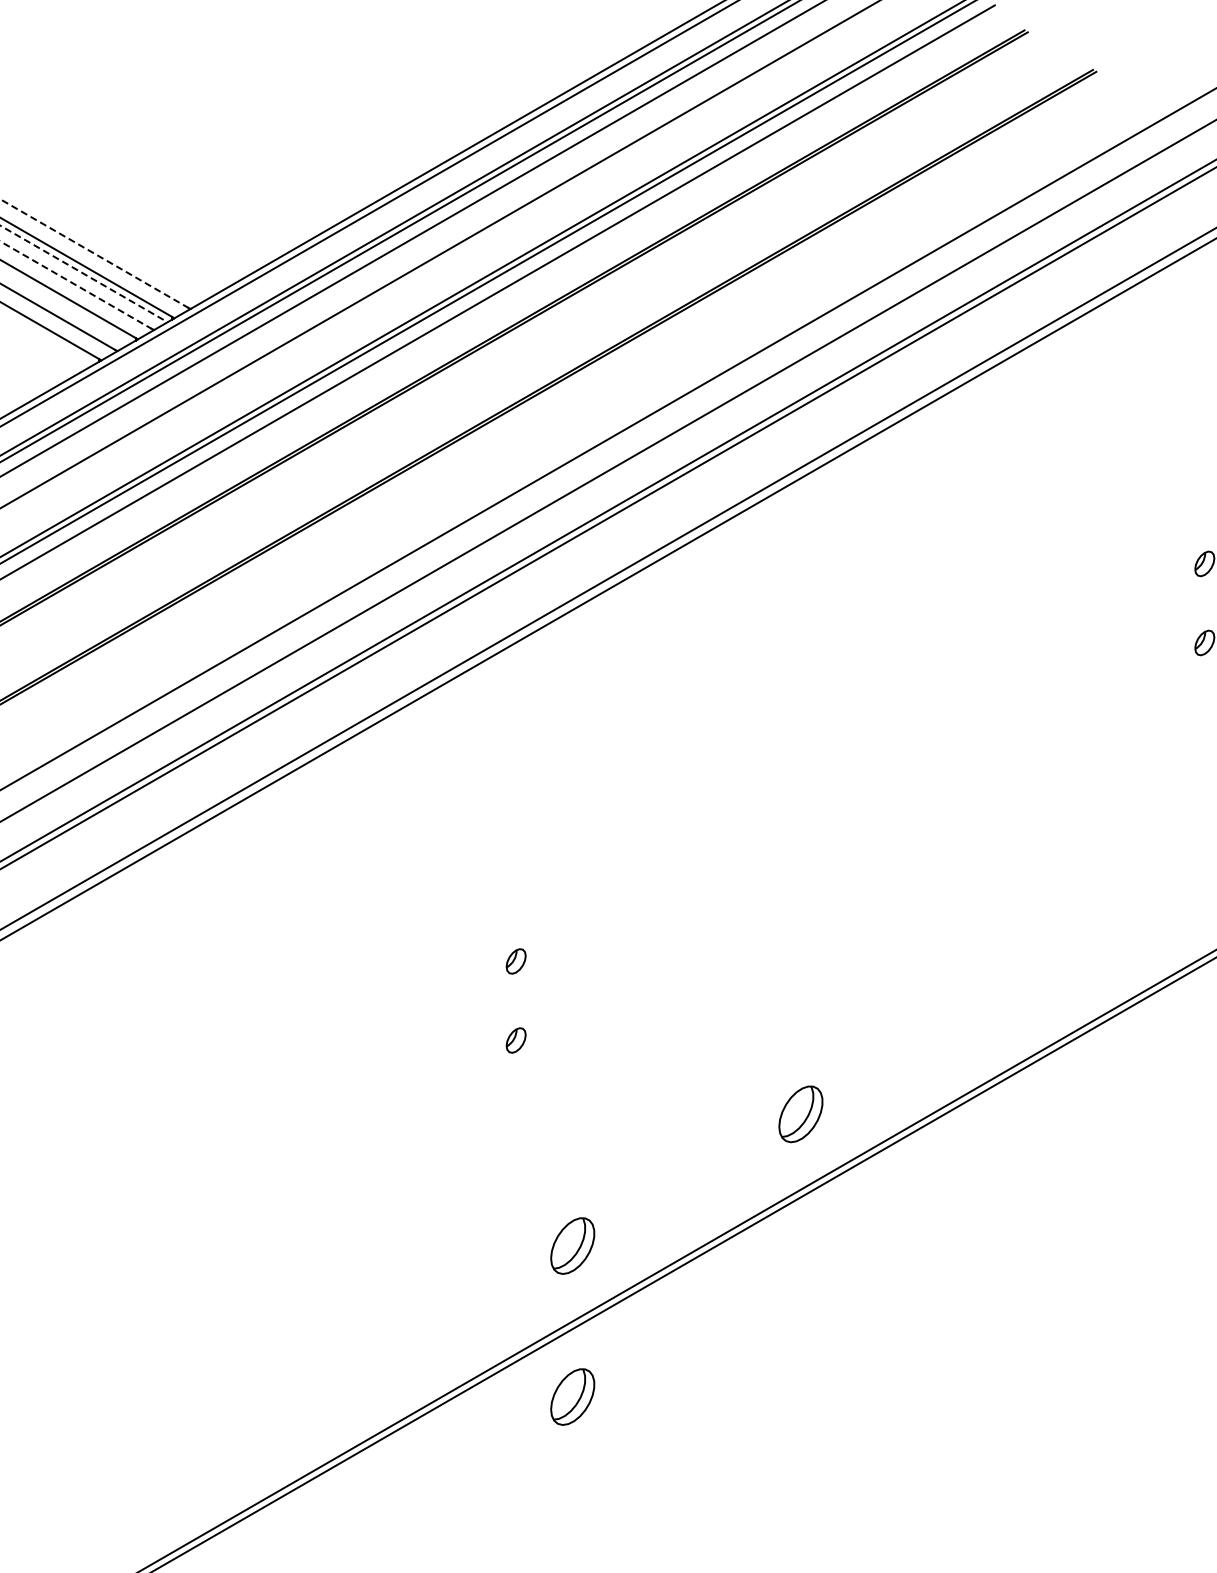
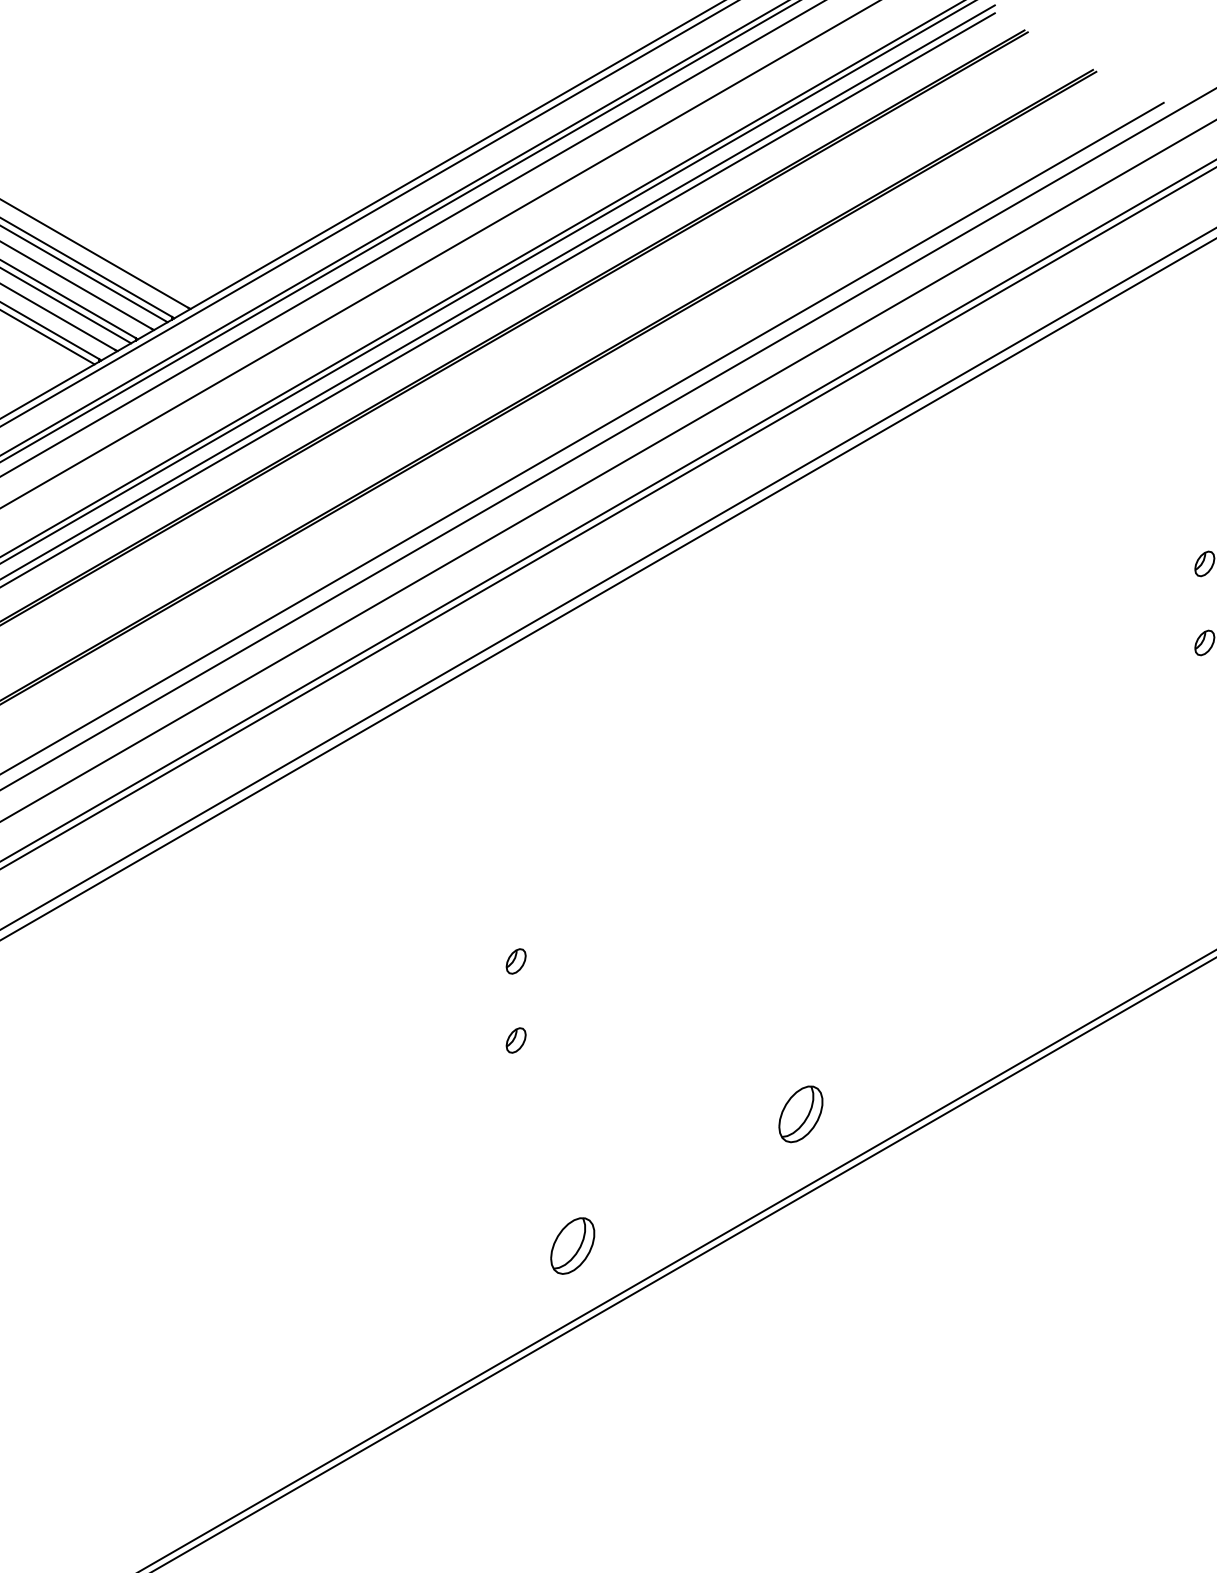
line at (94, 253): dashed -> solid
line at (84, 274): dashed -> solid
line at (76, 285): dashed -> solid
line at (498, 299): none -> present
line at (66, 306): none -> present
line at (48, 337): none -> present
line at (582, 437): none -> present
part at (572, 1396): present -> none
